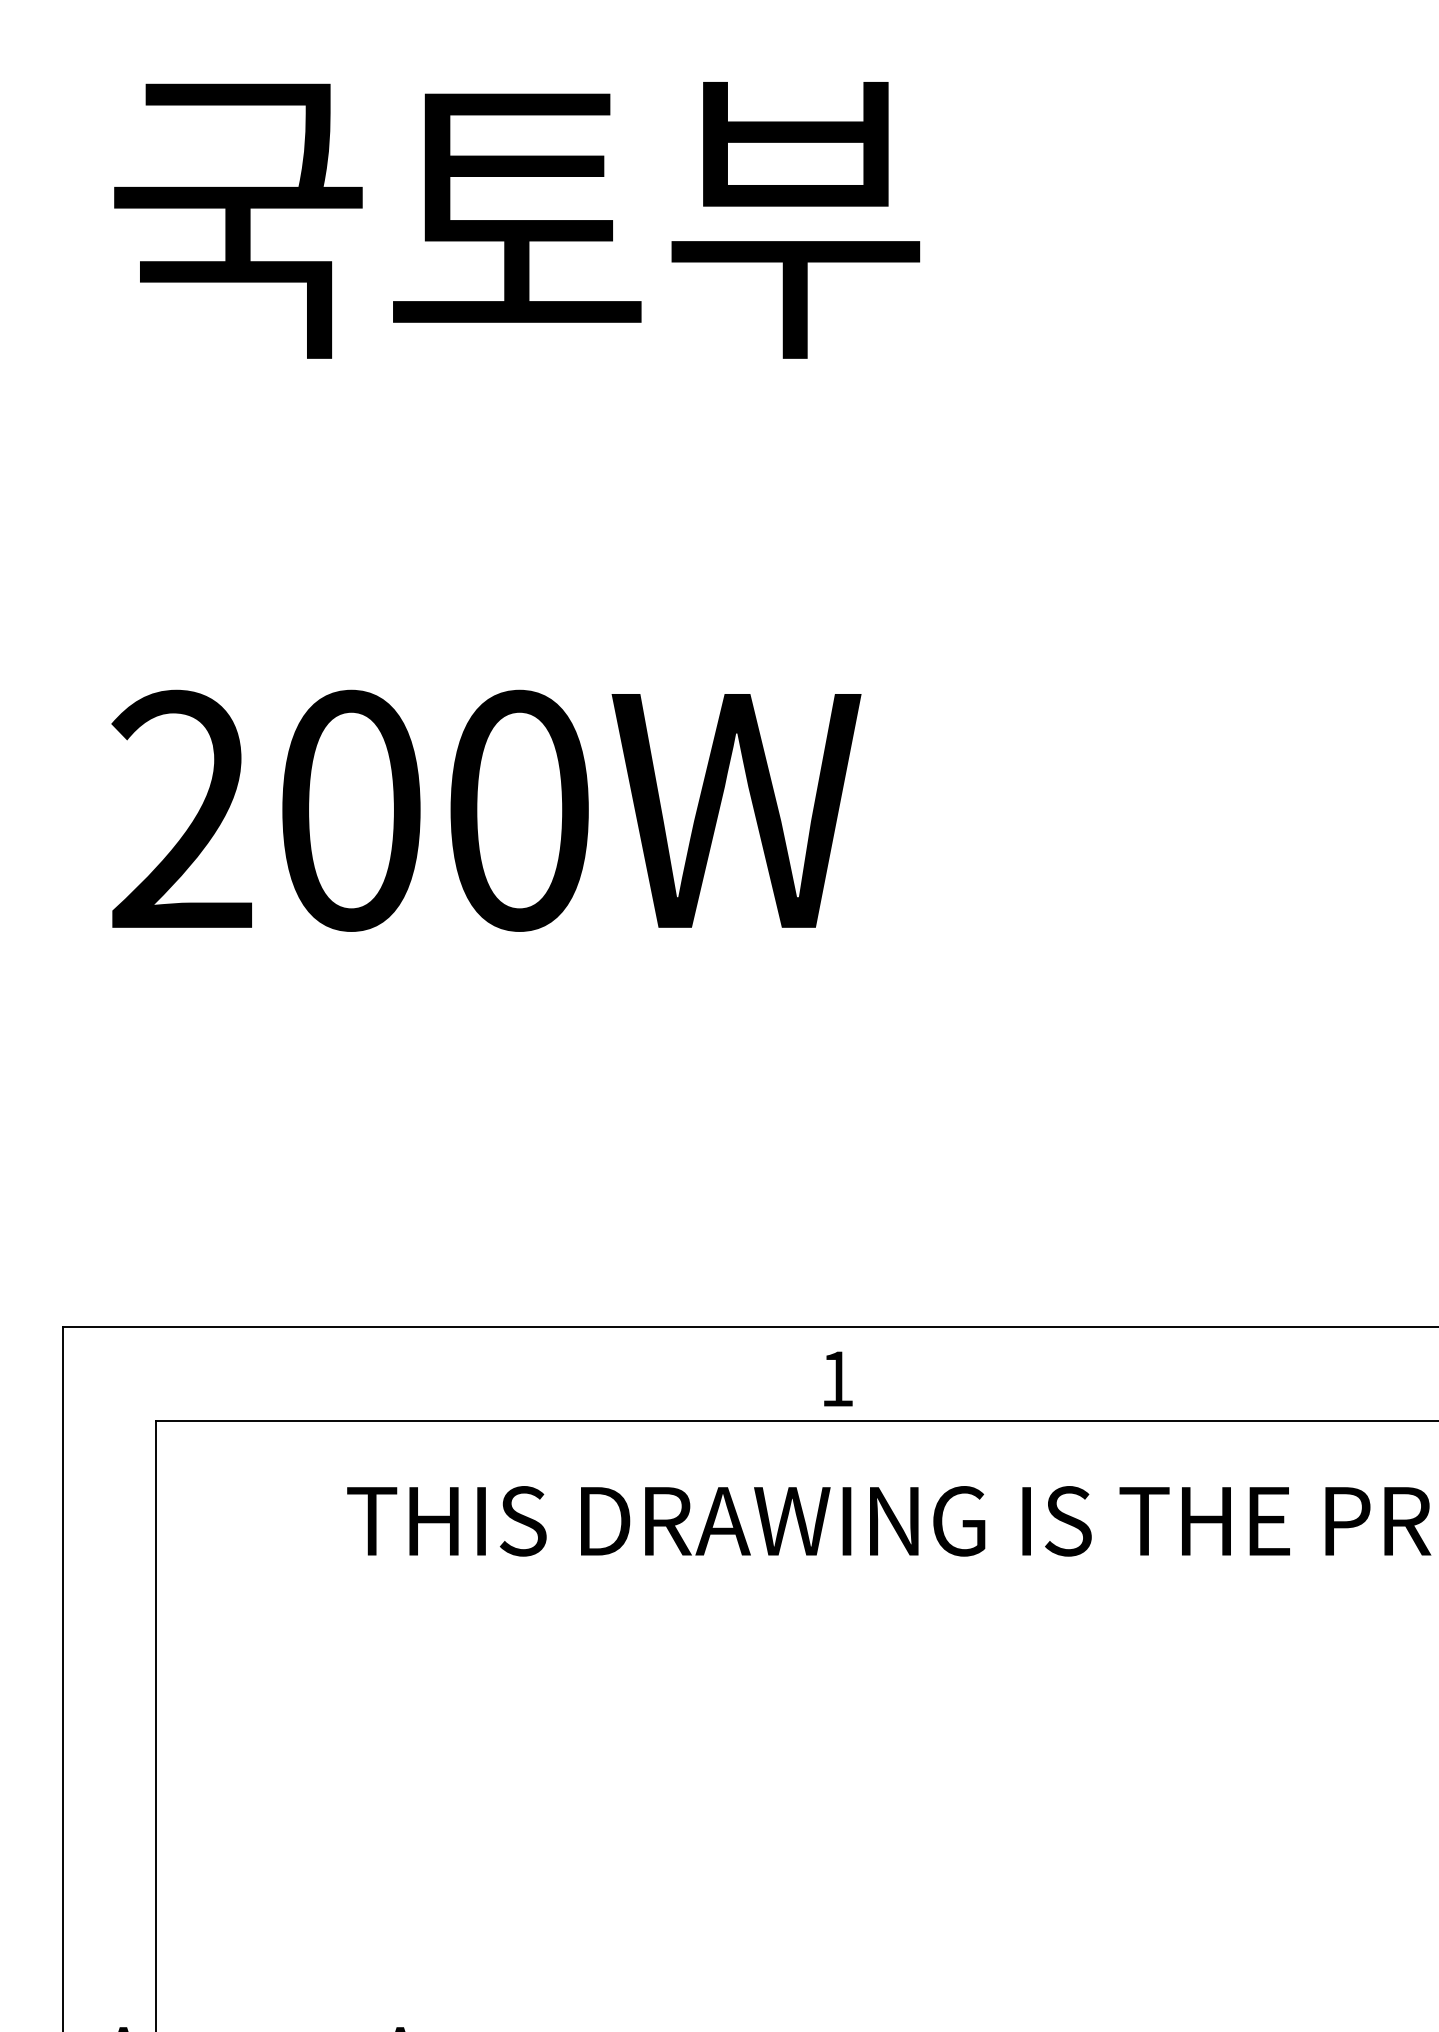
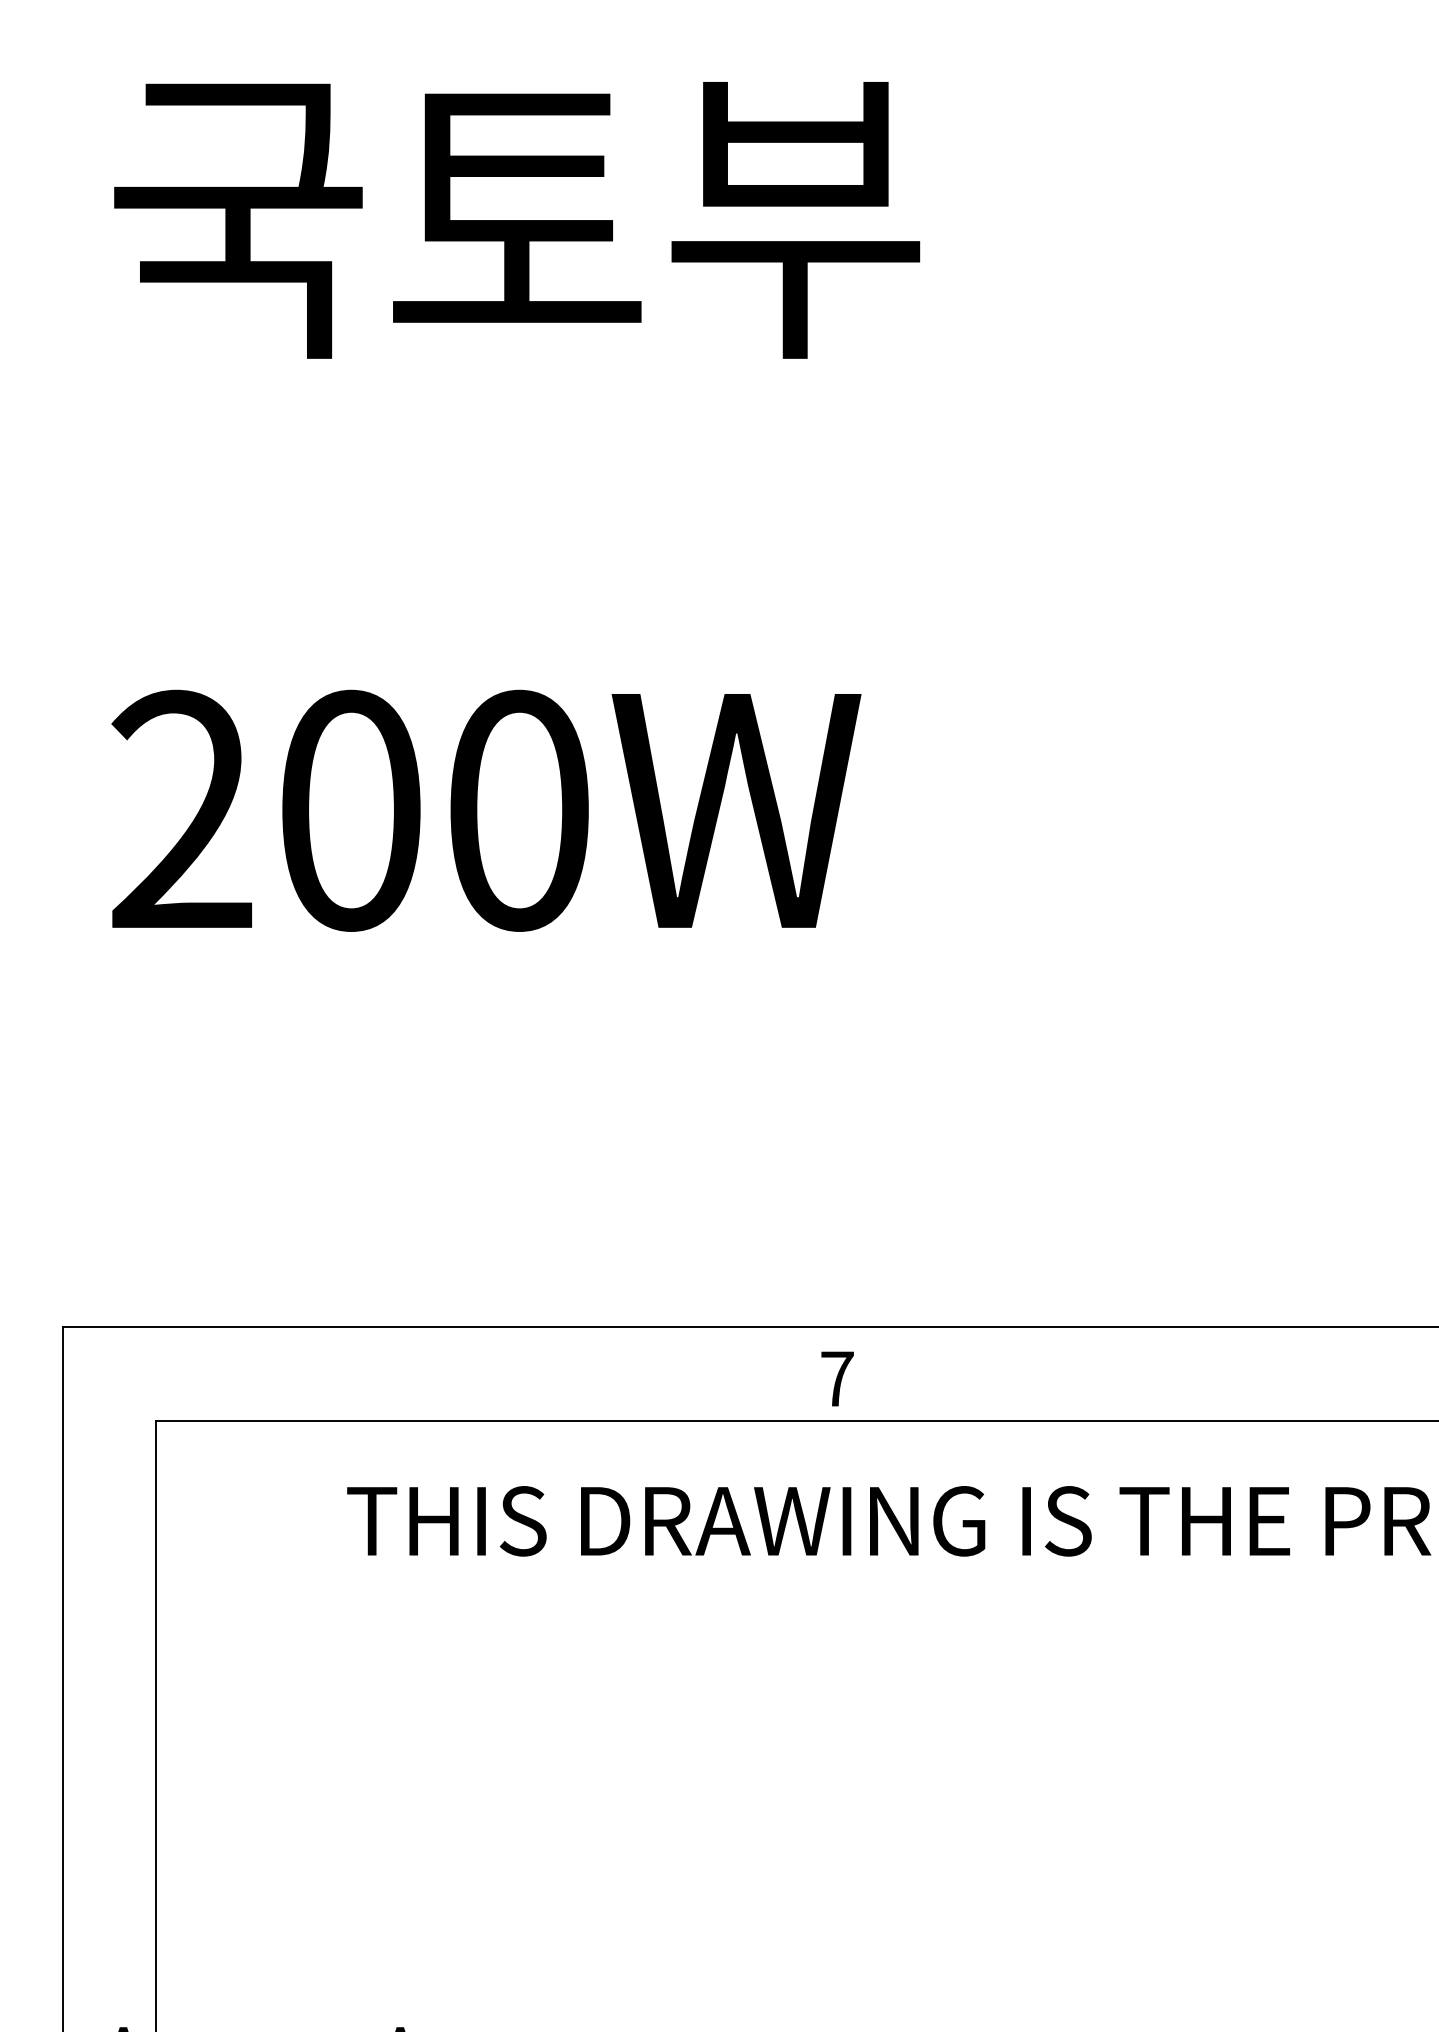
text at (837, 1378): 1 -> 7
